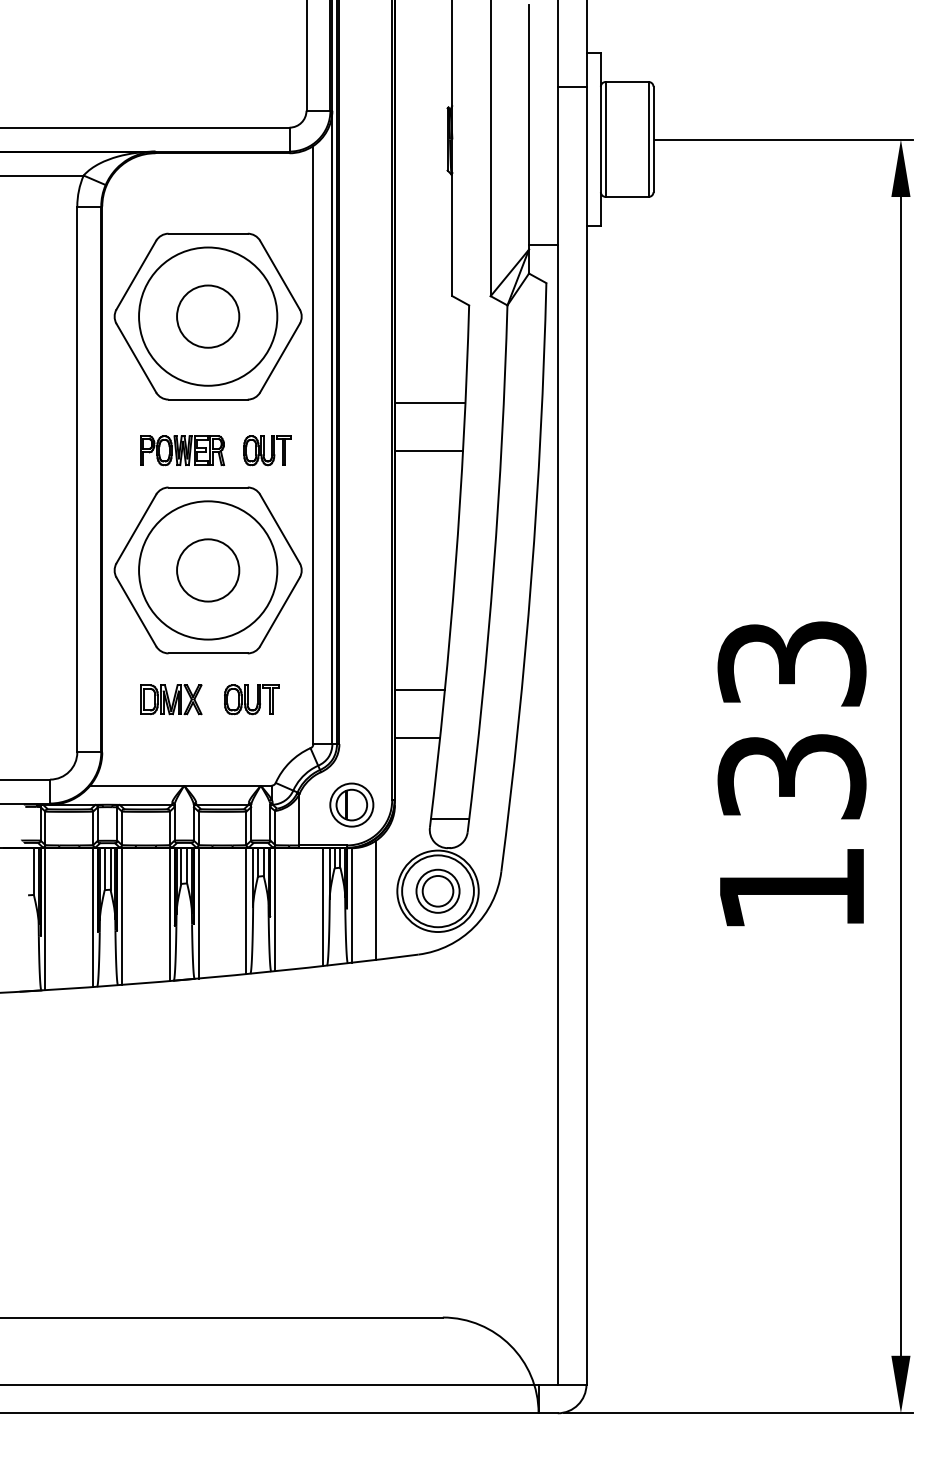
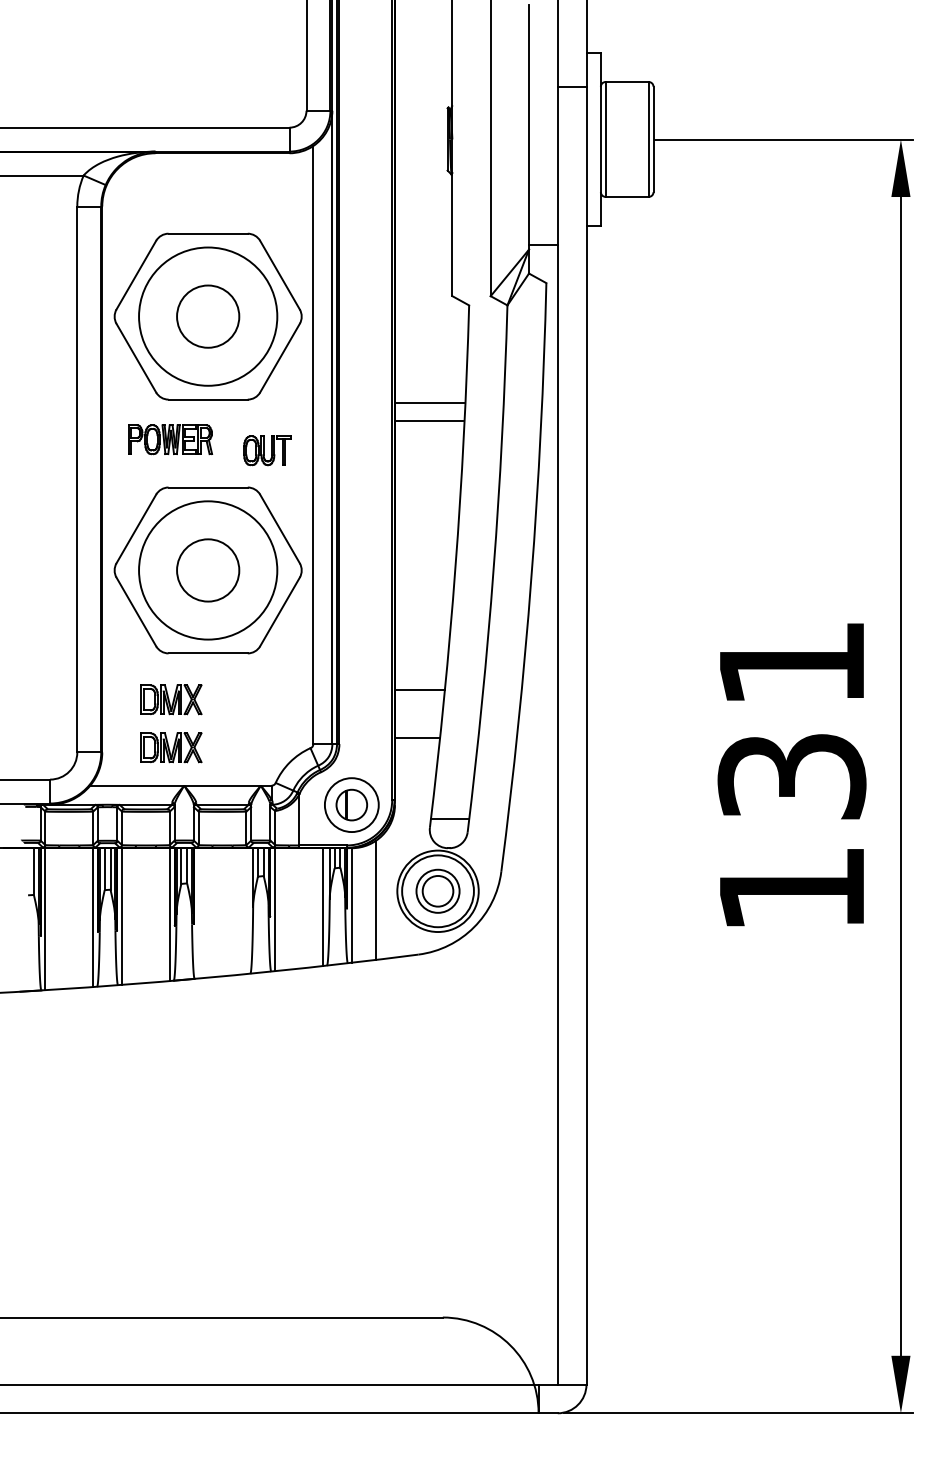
part at (182, 450) position: (182, 450) -> (170, 439)
line at (428, 450) position: (428, 450) -> (428, 420)
text at (791, 663): 133 -> 131
part at (251, 699): present -> none
part at (171, 747): none -> present
circle at (351, 804) diameter: 43 px -> 54 px
line at (246, 911): present -> none
line at (198, 913): present -> none
